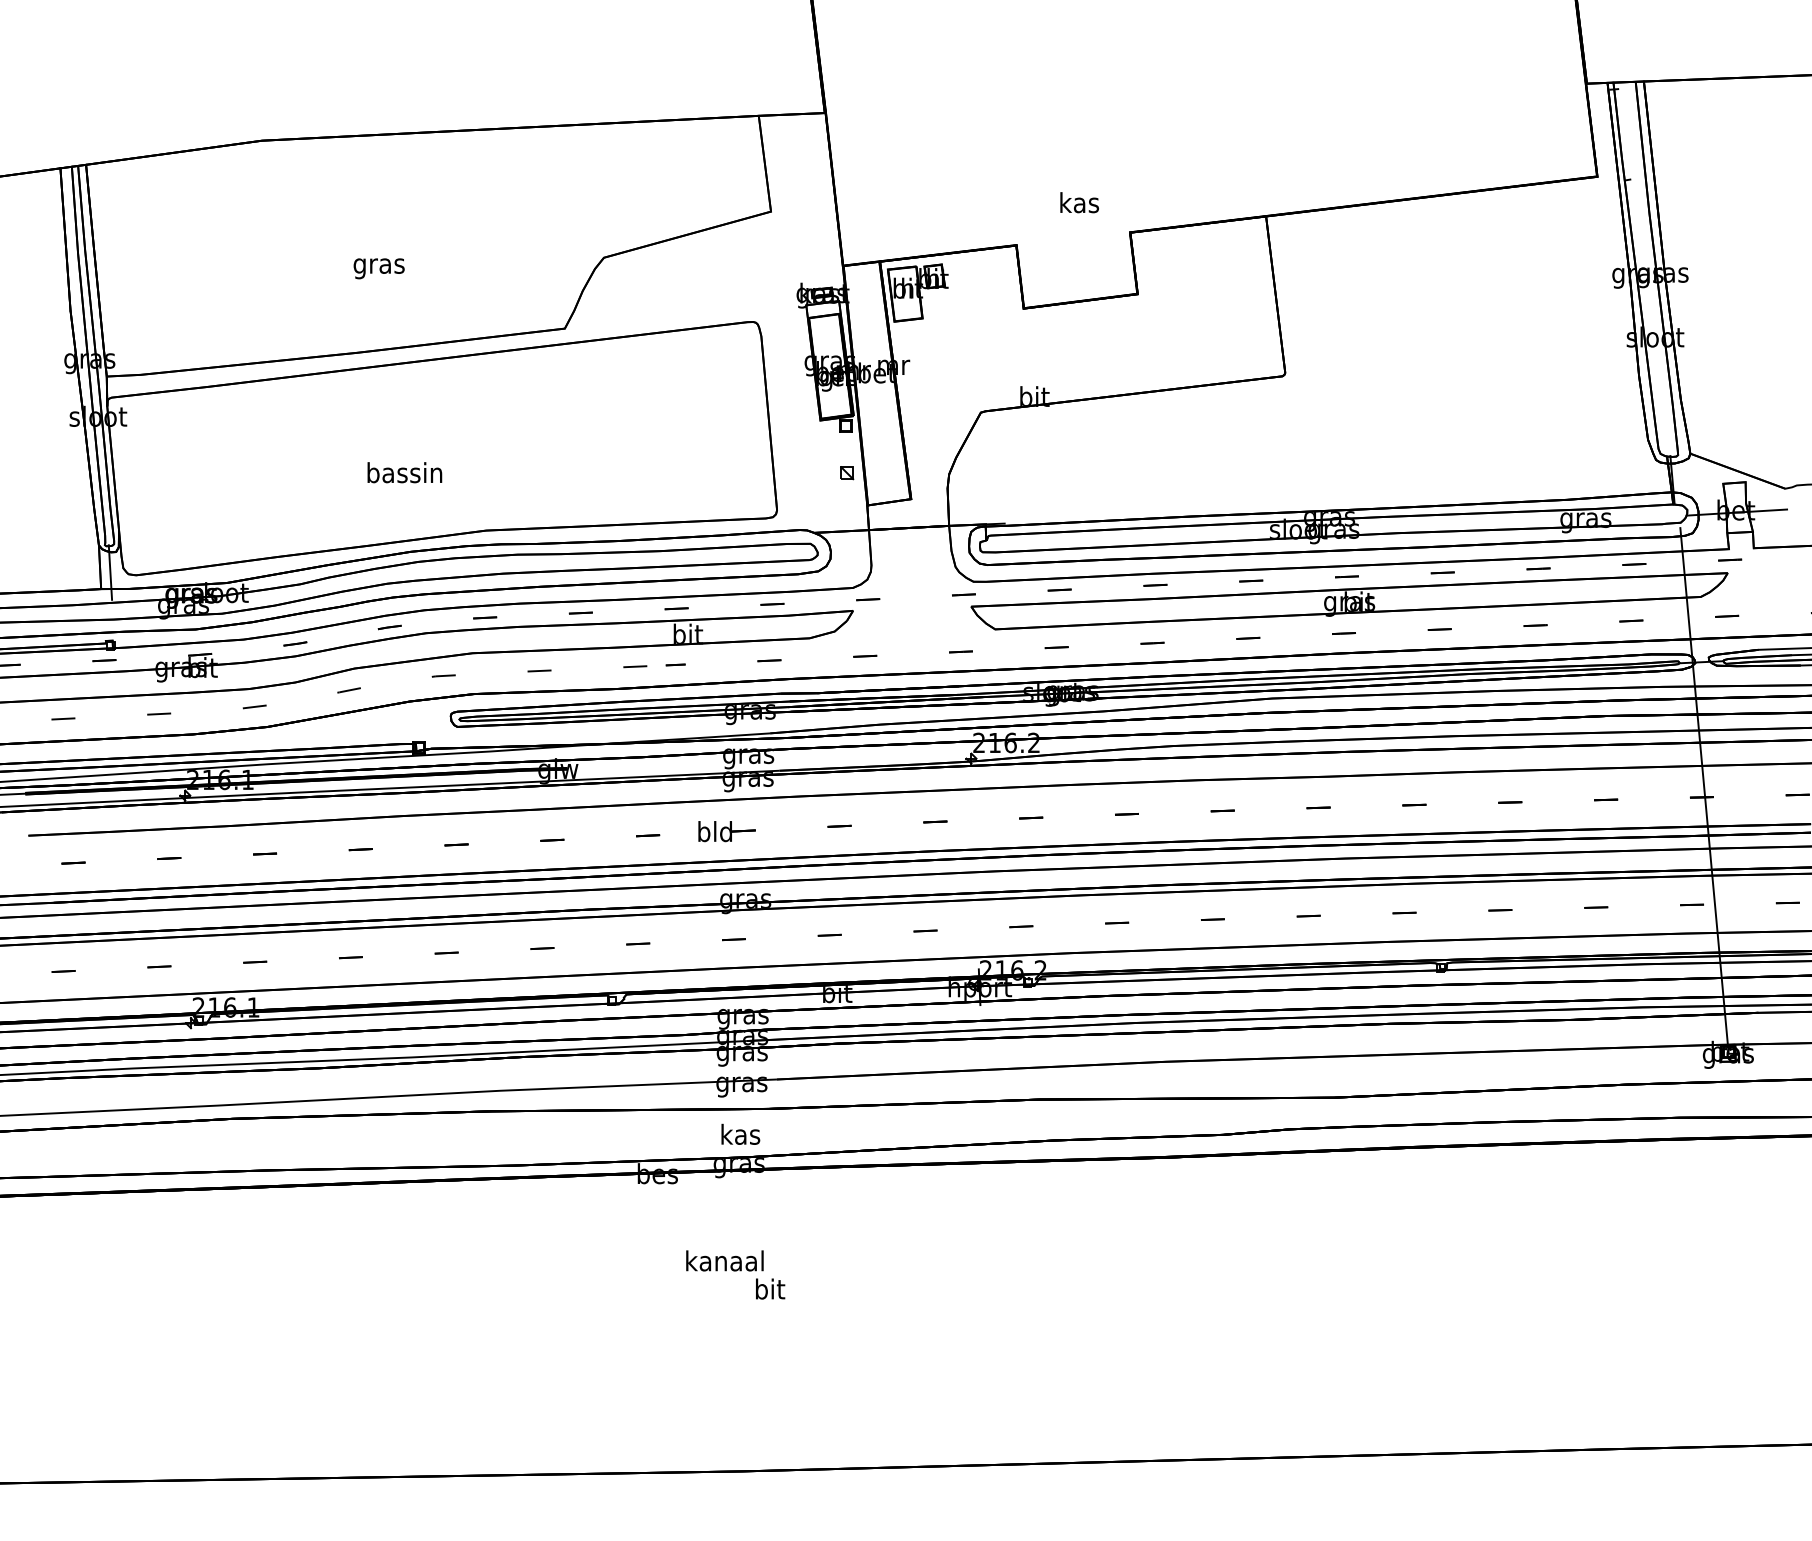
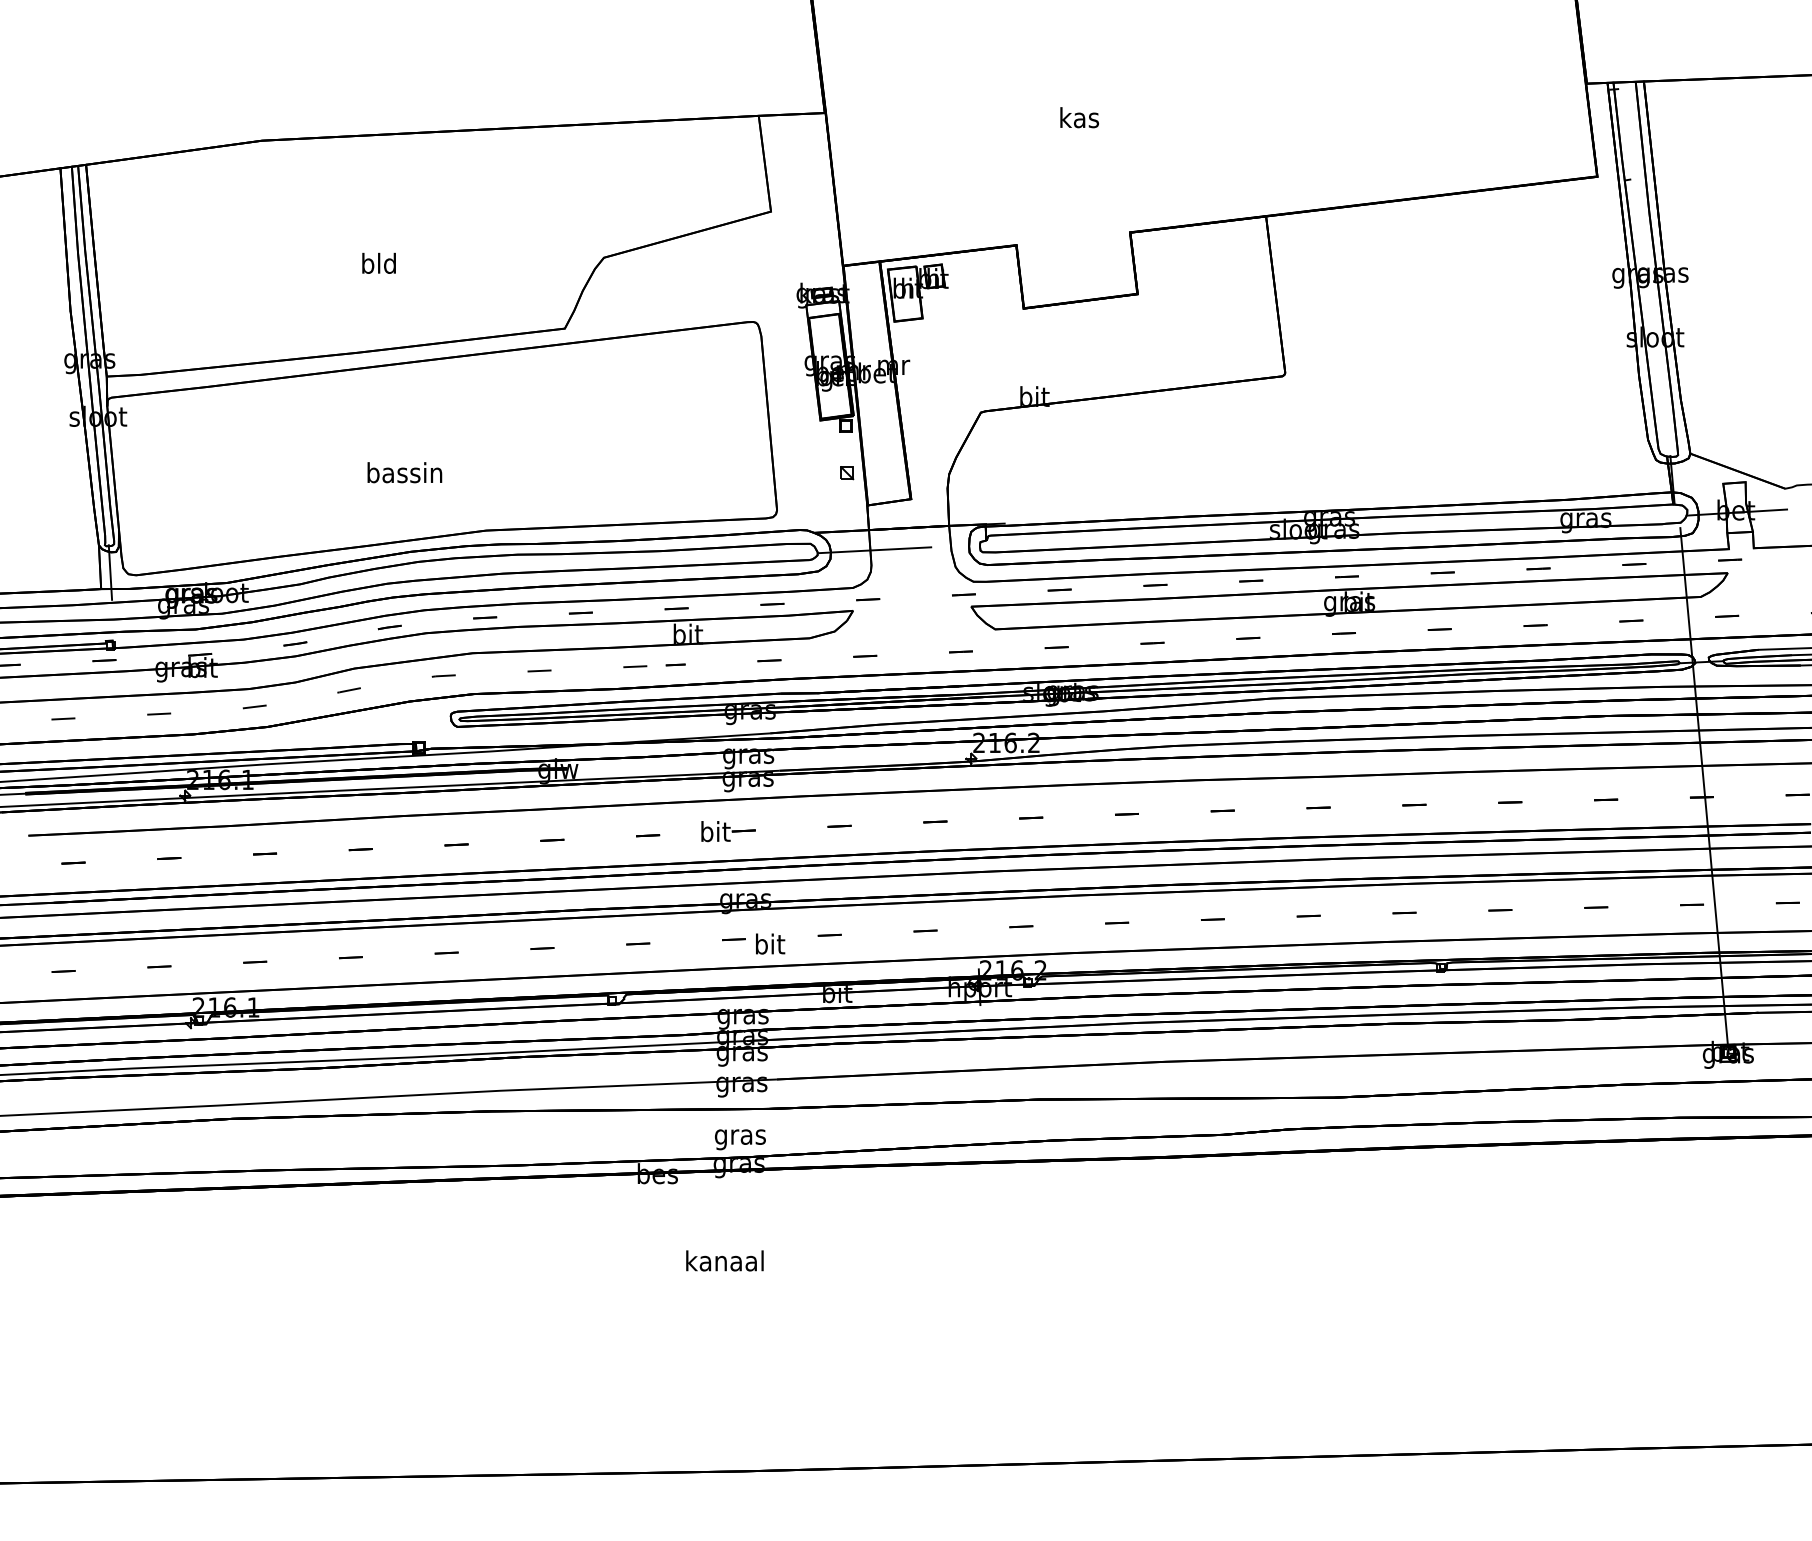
text at (1079, 202) position: (1079, 202) -> (1079, 117)
text at (378, 265): gras -> bld
line at (875, 550): none -> present
text at (714, 831): bld -> bit
text at (740, 1136): kas -> gras
text at (770, 1288) position: (770, 1288) -> (770, 943)
